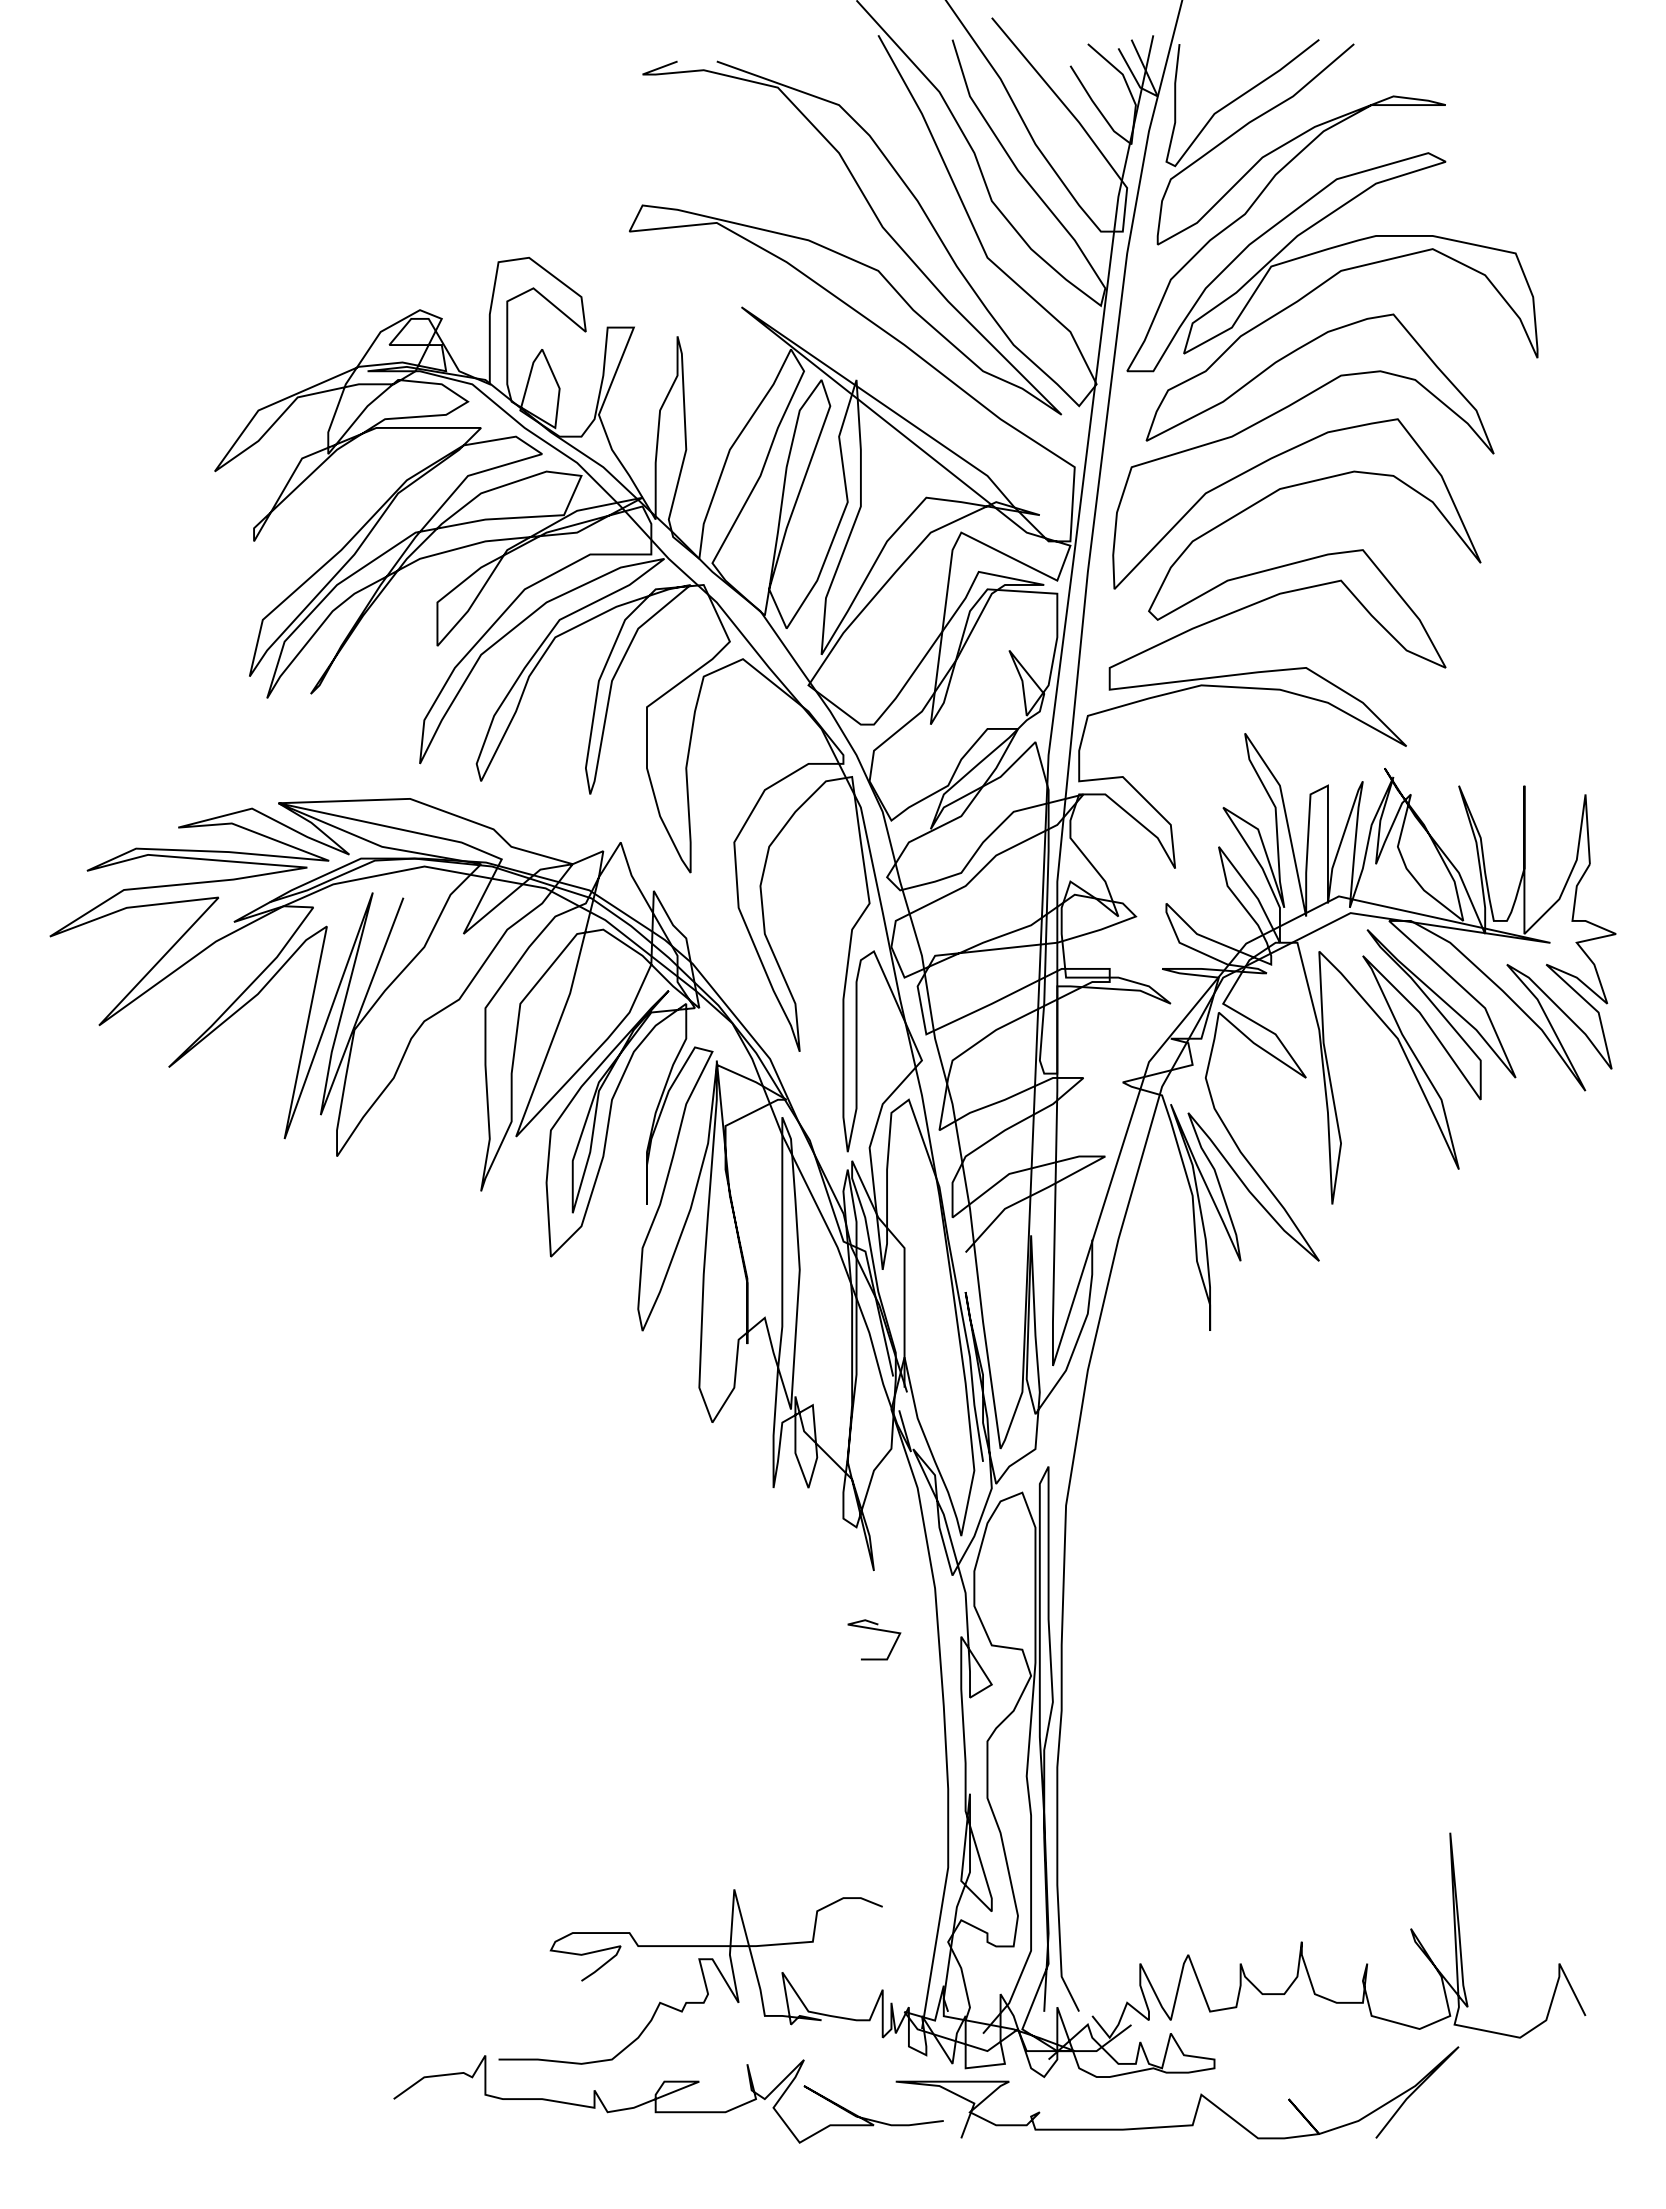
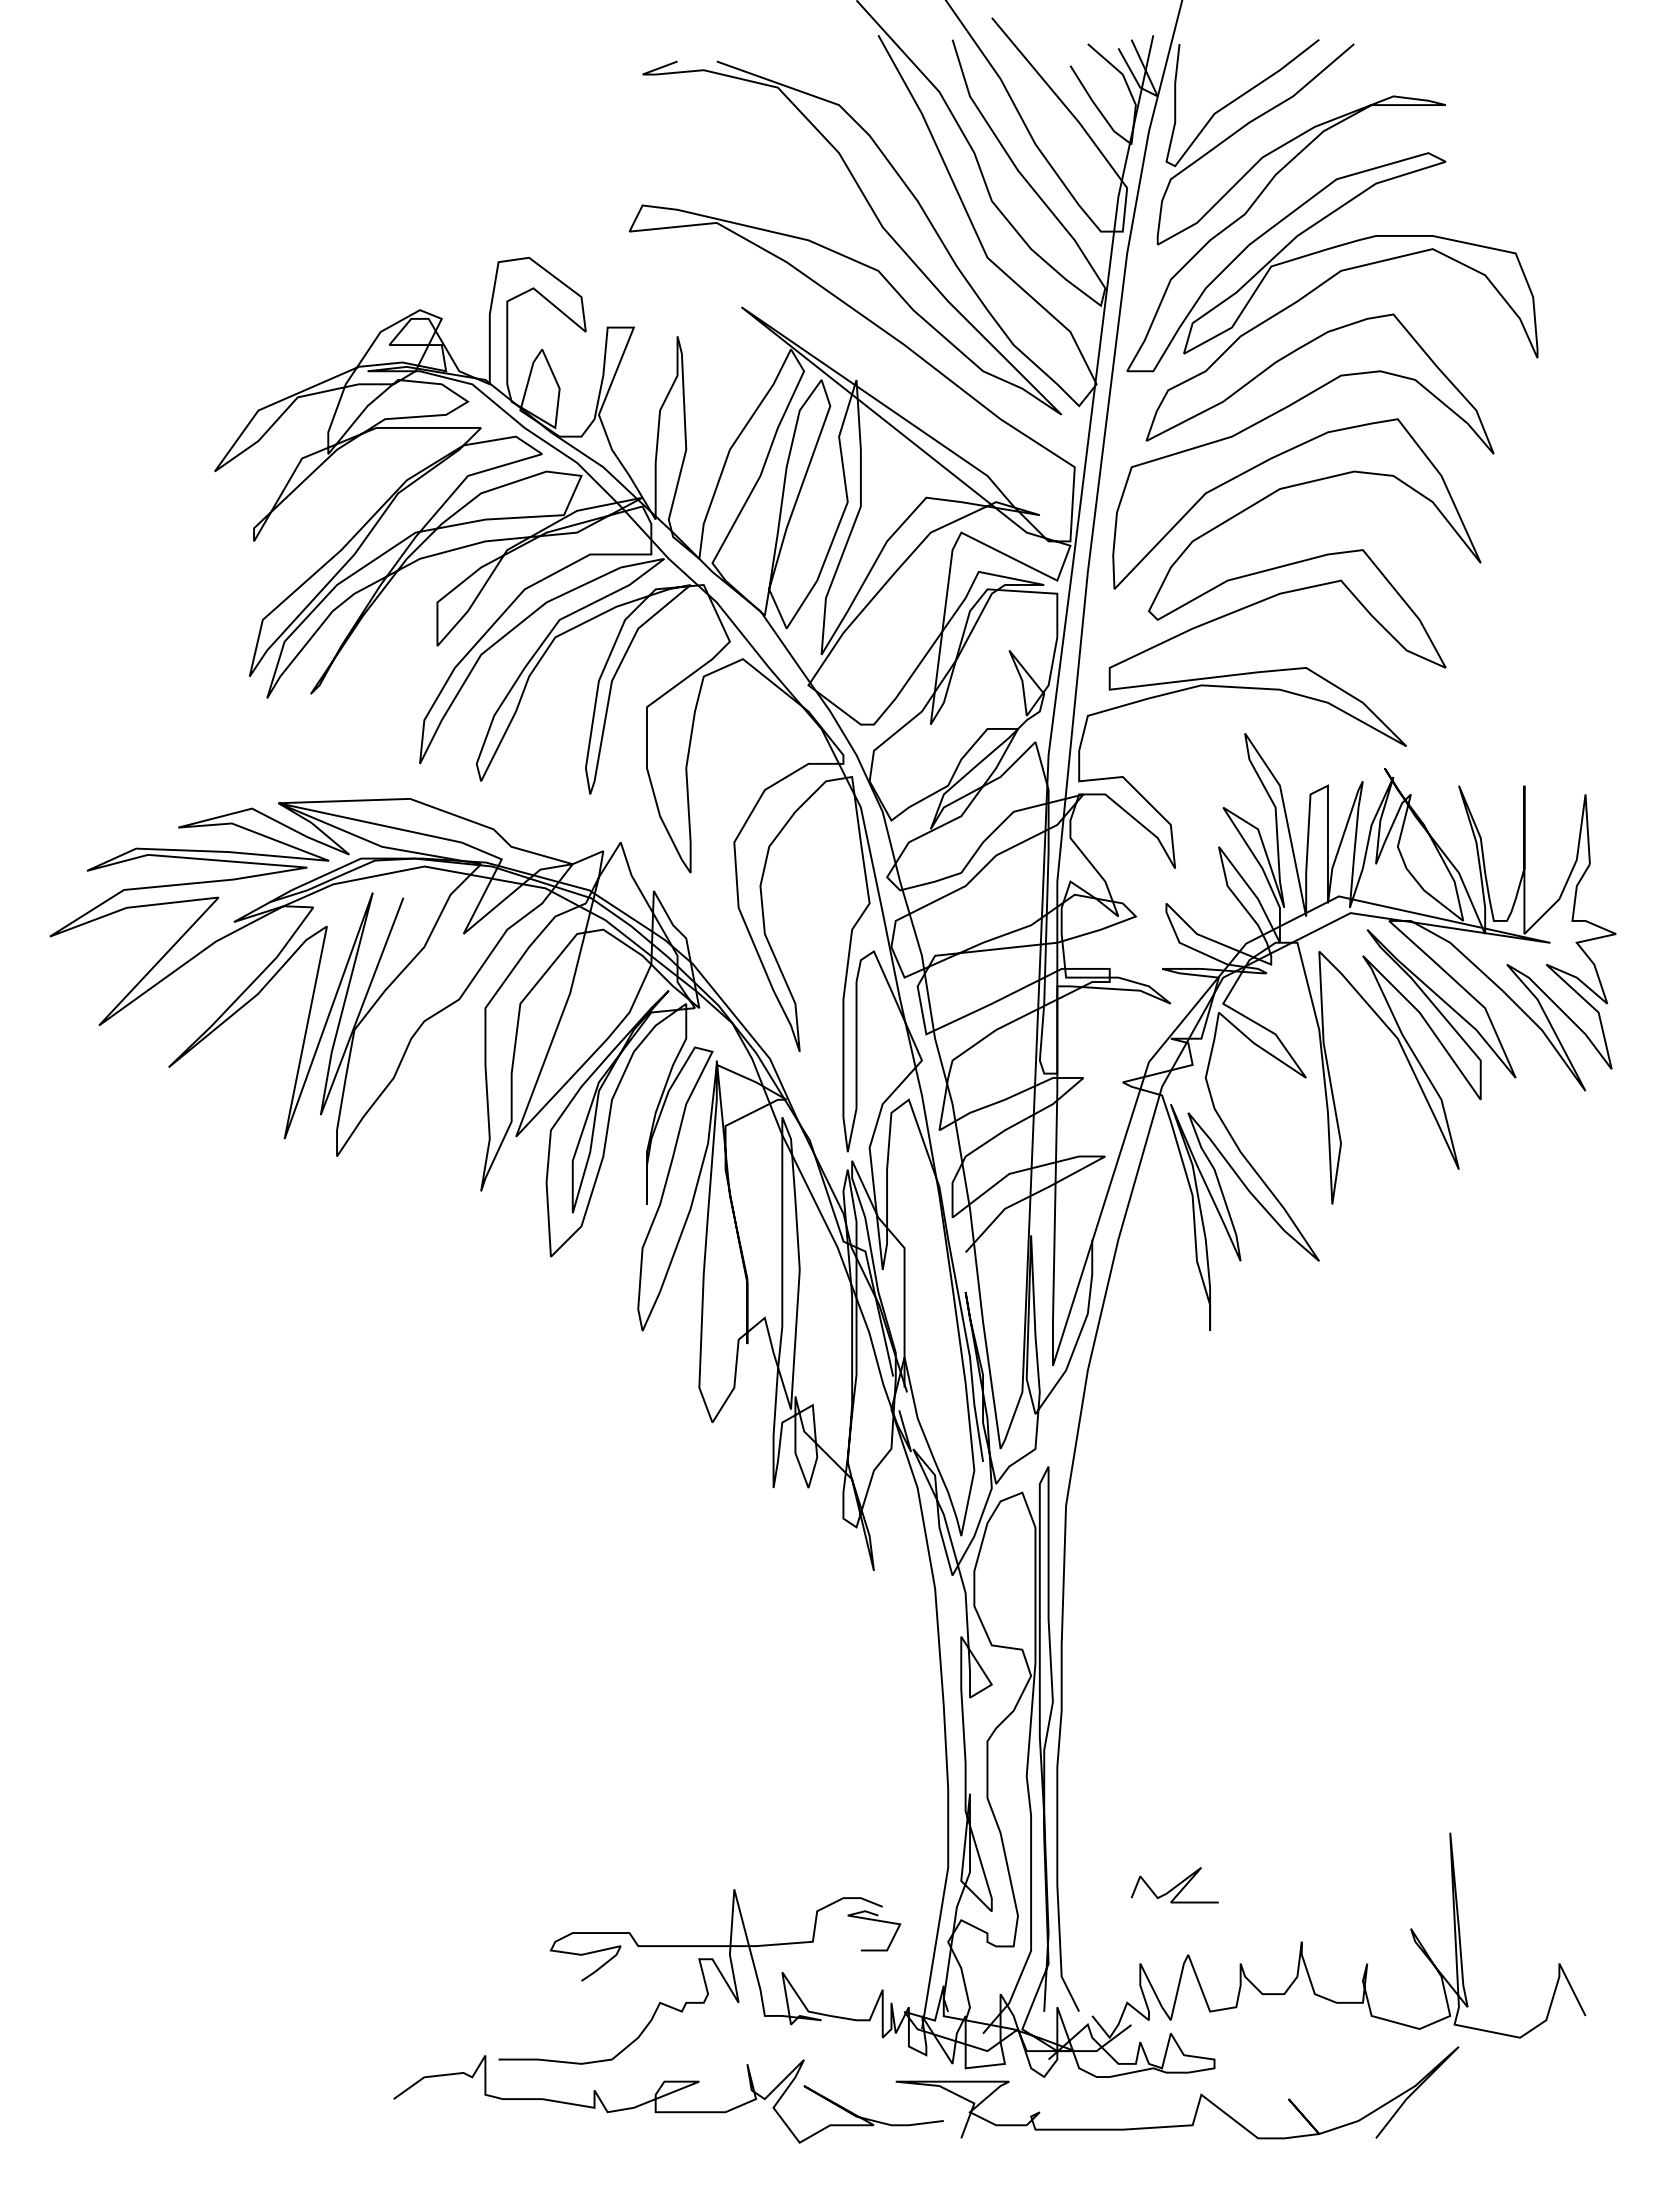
curve at (875, 1630) position: (875, 1630) -> (875, 1921)
curve at (1175, 1885): none -> present
